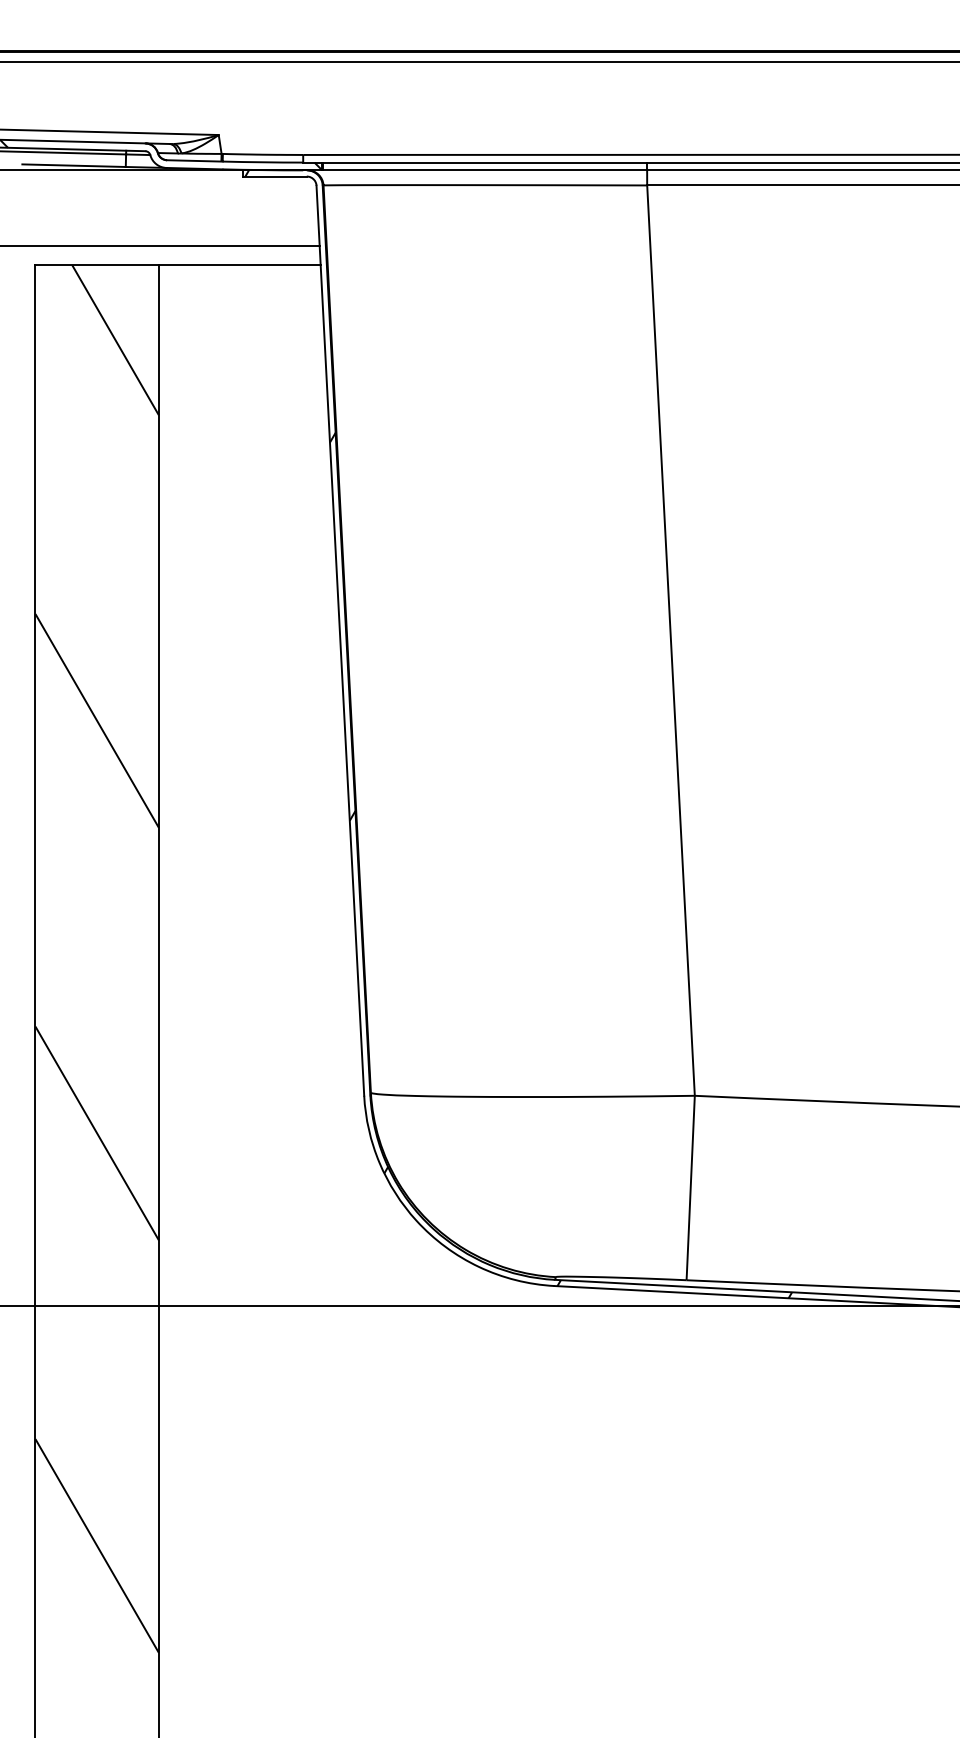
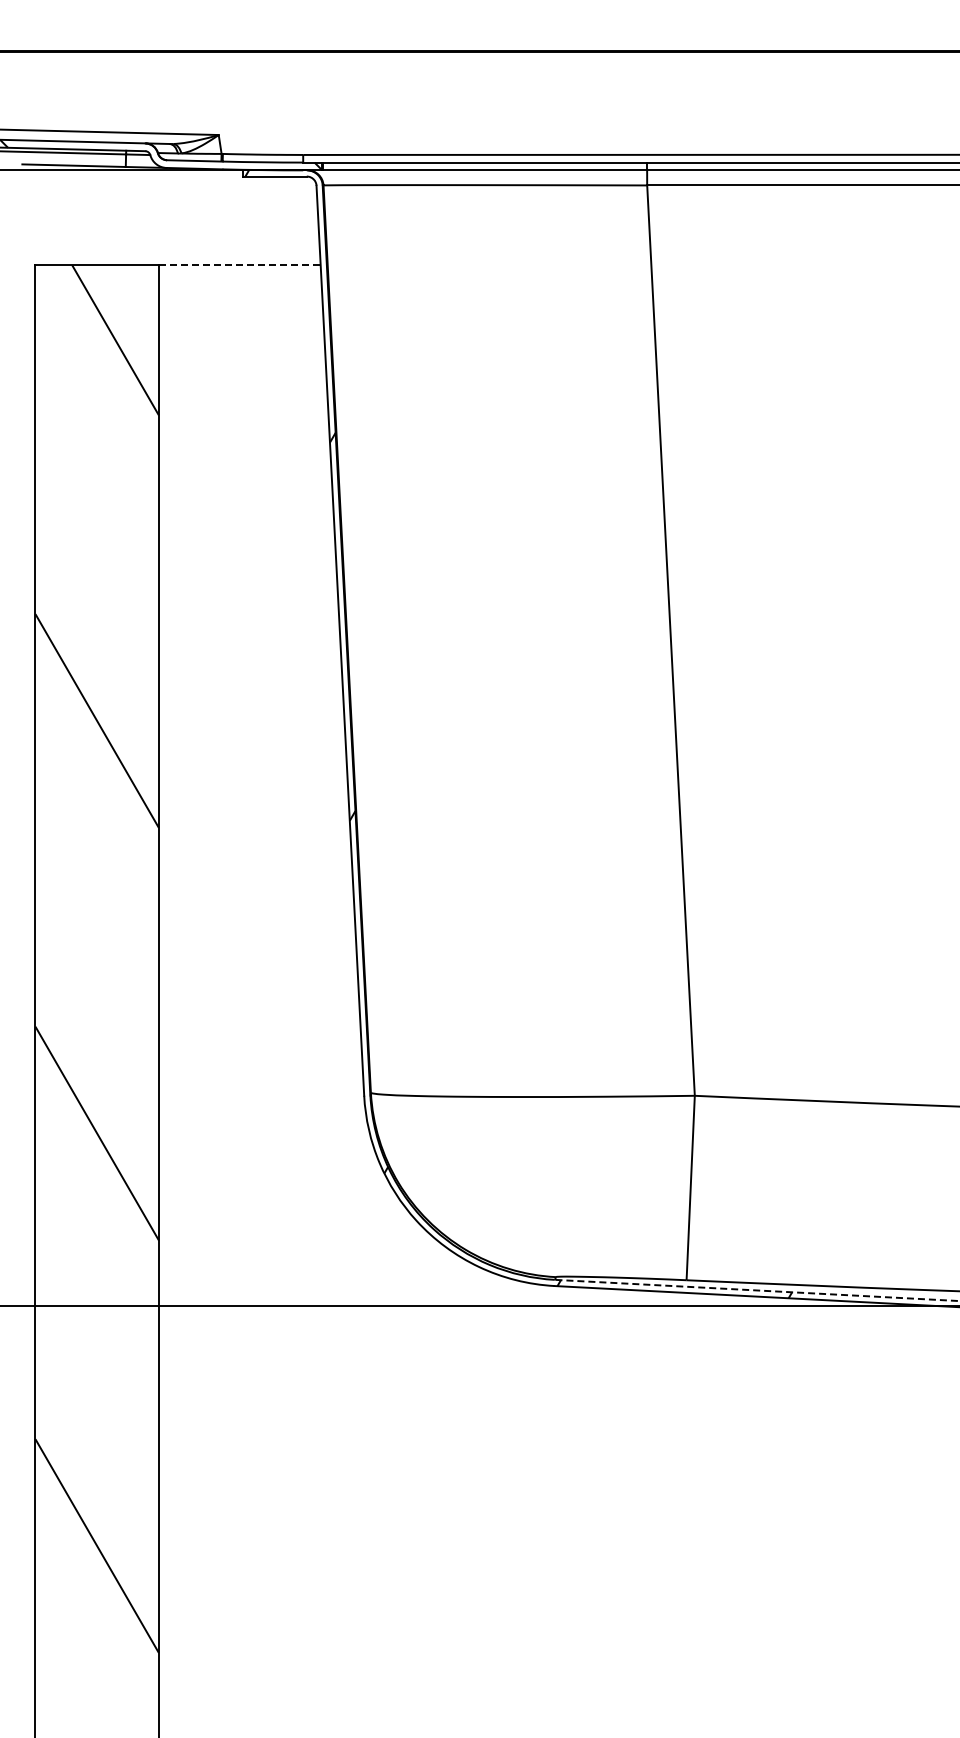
line at (479, 62): present -> none
line at (160, 245): present -> none
line at (239, 265): solid -> dashed
line at (757, 1290): solid -> dashed
